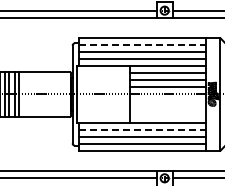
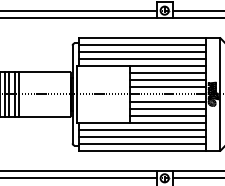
line at (142, 45): dashed -> solid
line at (168, 101): none -> present
line at (168, 108): none -> present
line at (168, 115): none -> present
line at (142, 129): dashed -> solid
